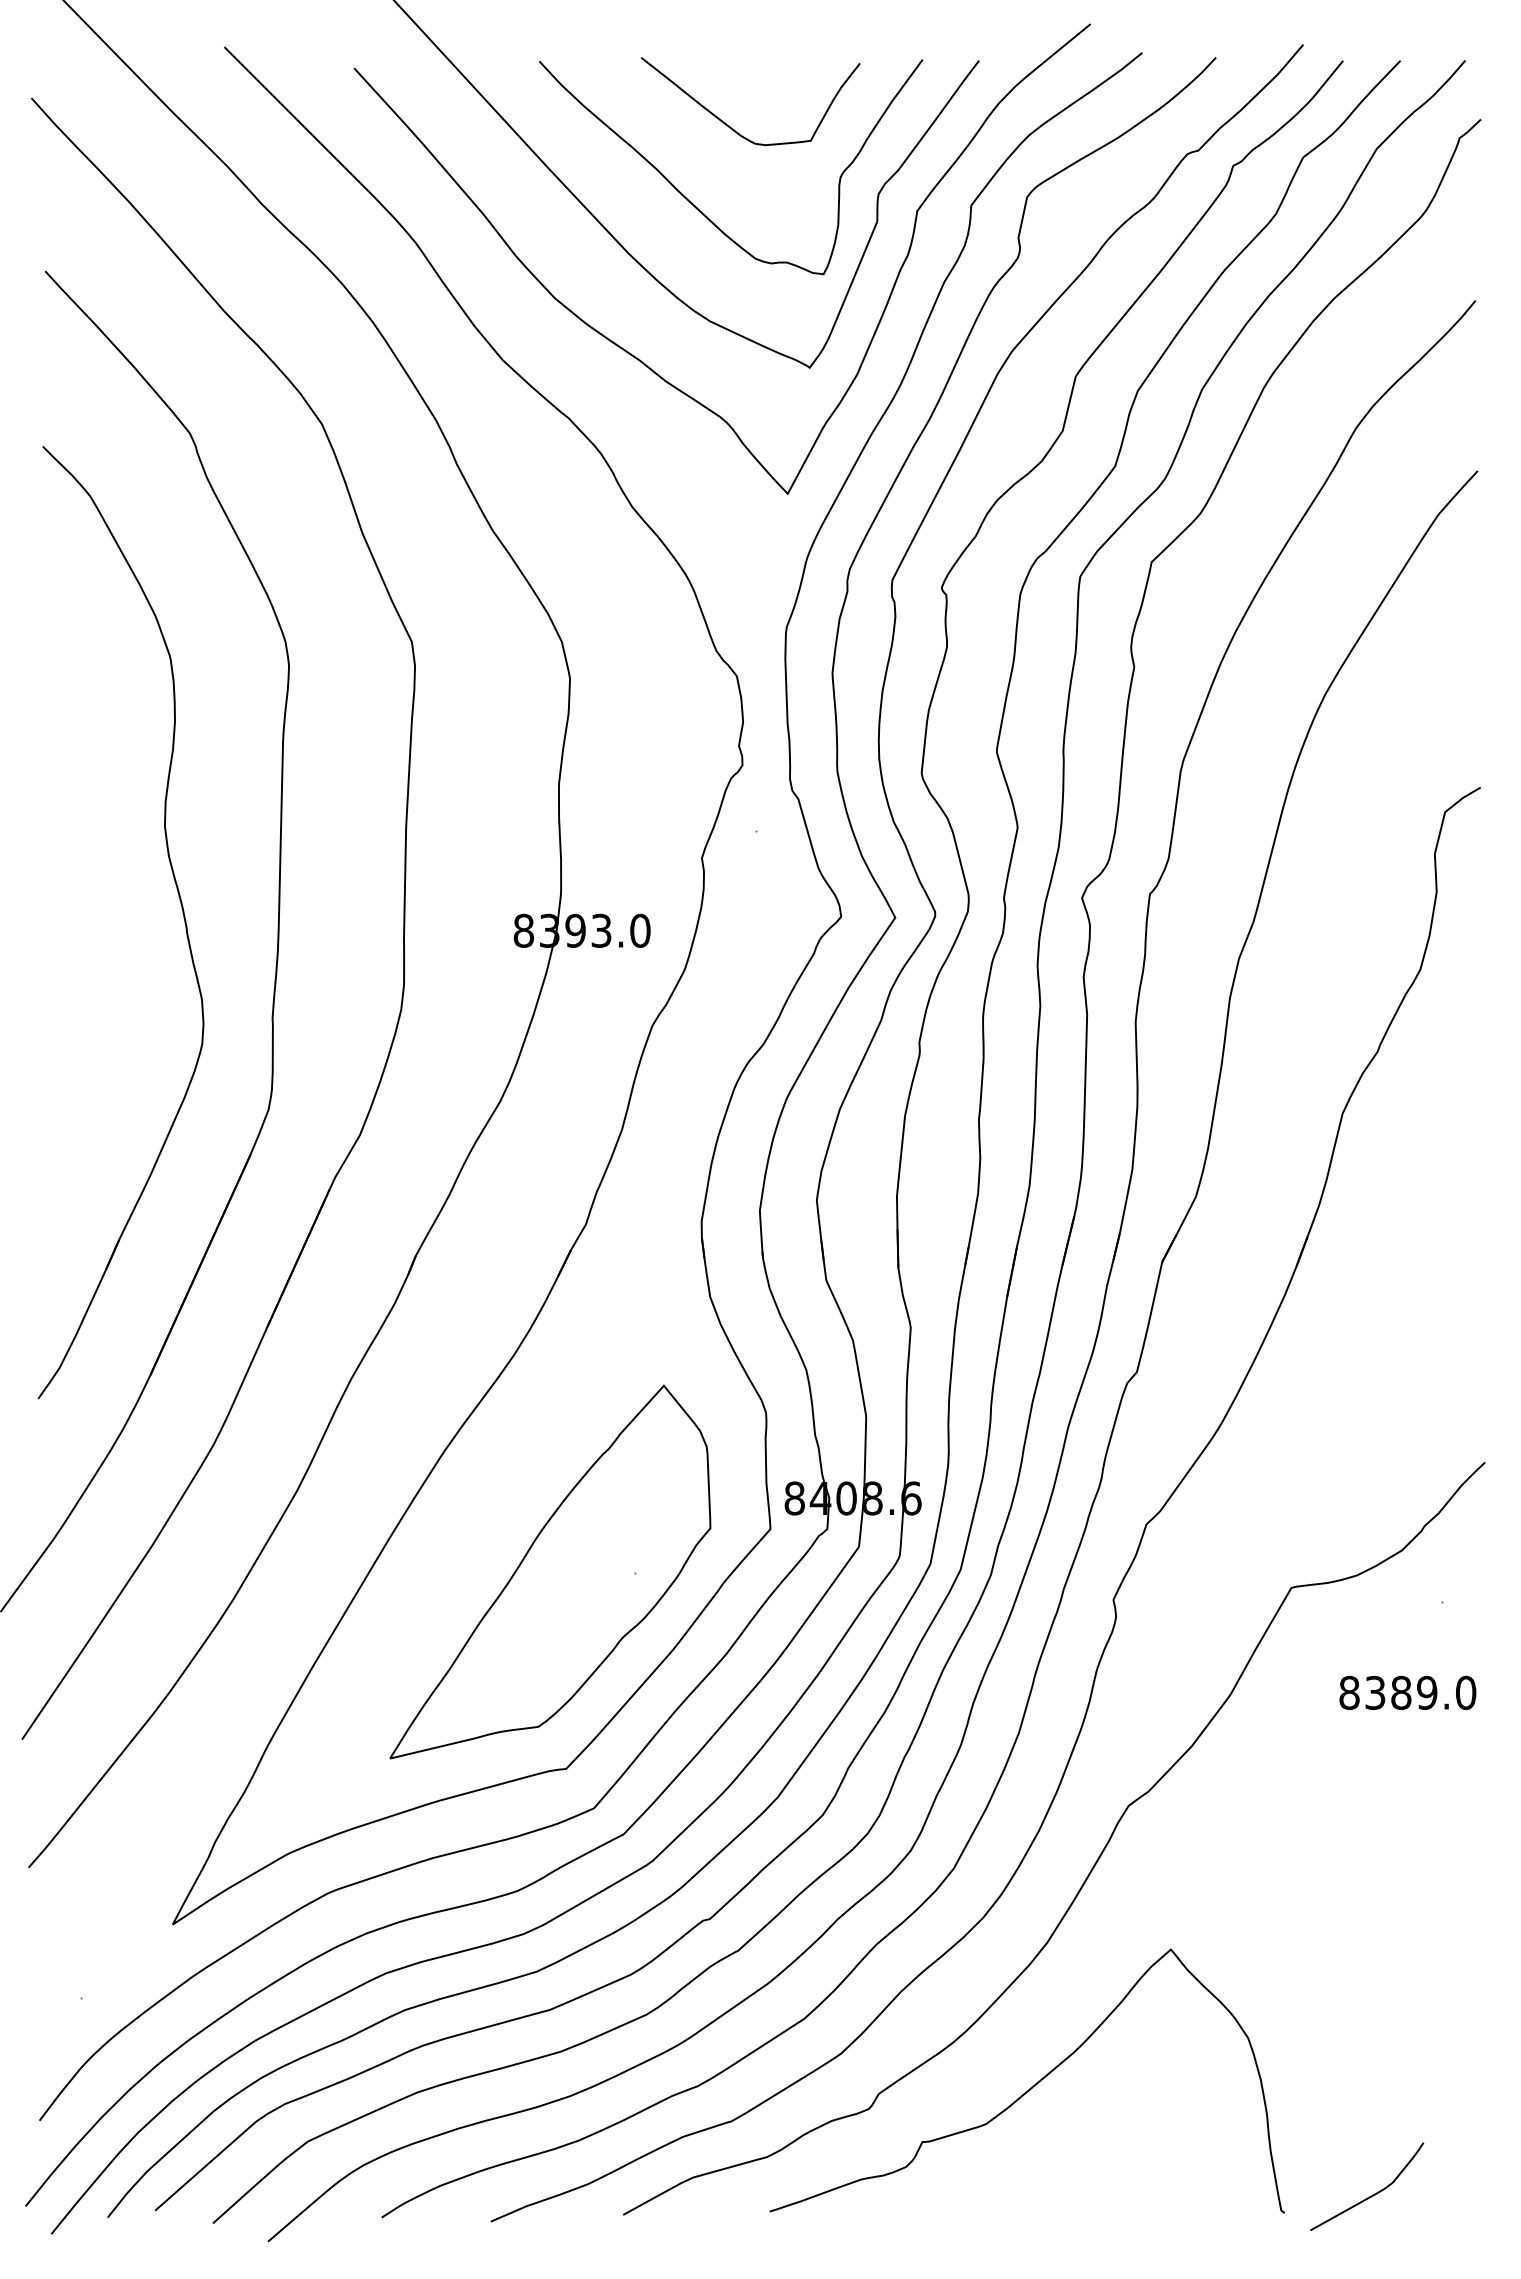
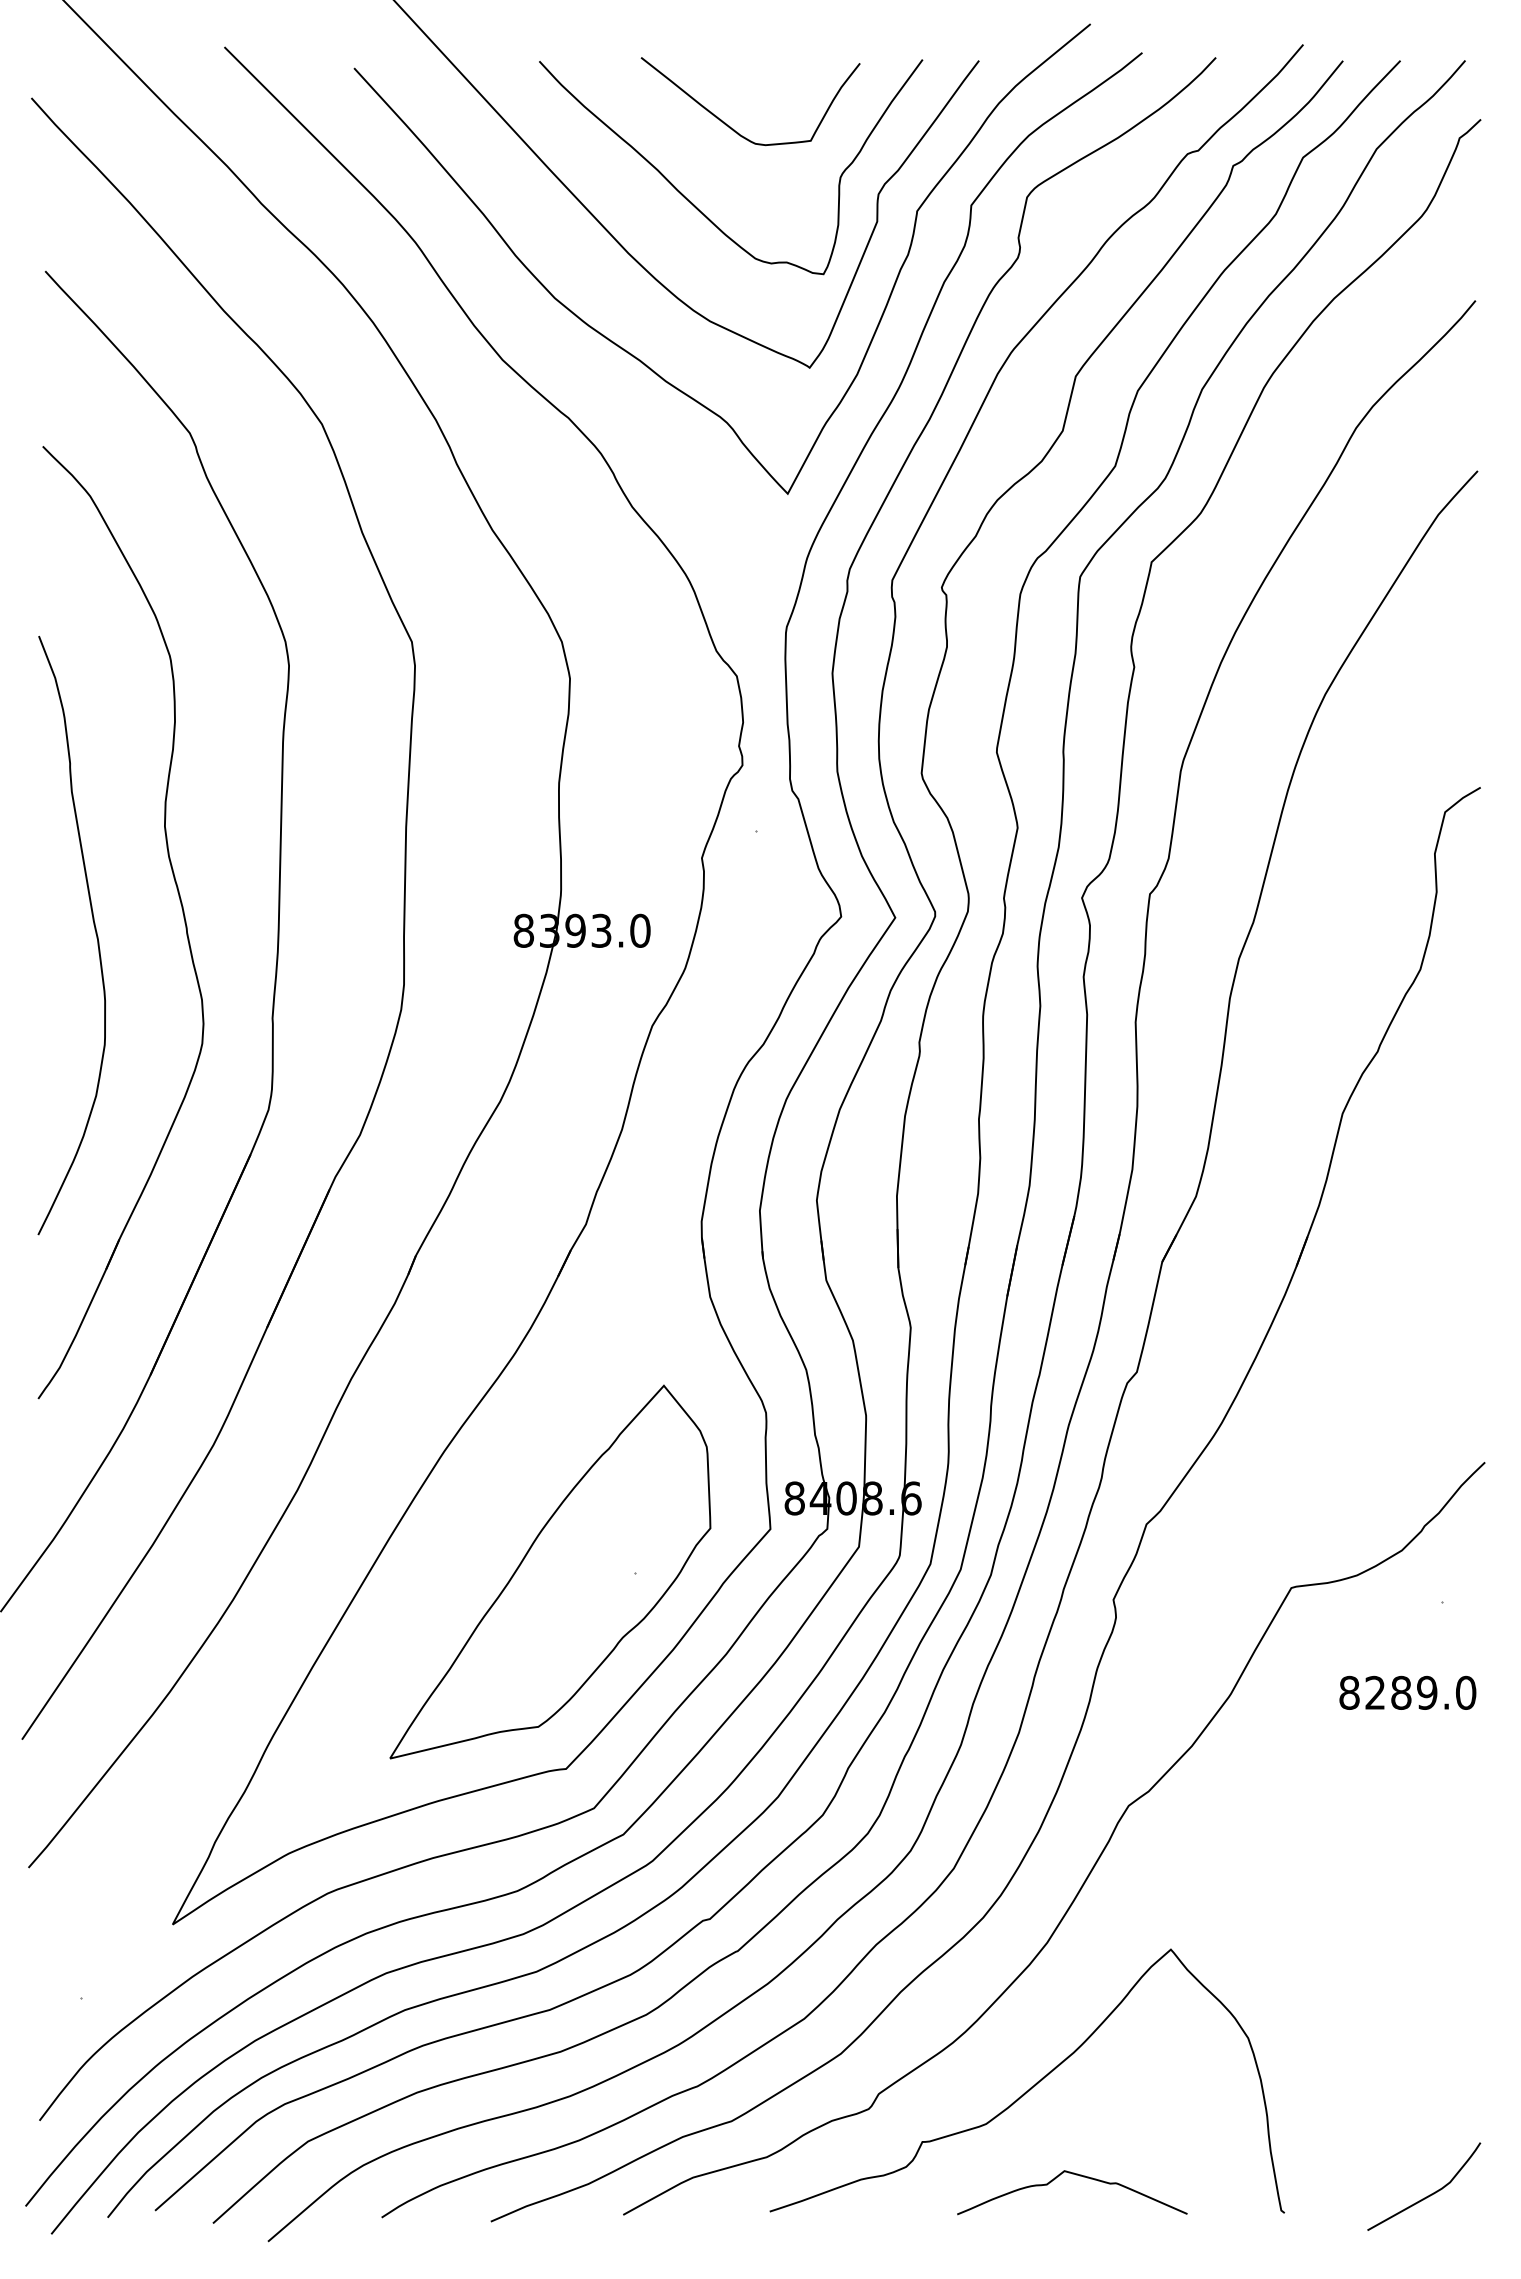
curve at (94, 929): none -> present
text at (1375, 1692): 8389.0 -> 8289.0
curve at (1076, 2175): none -> present
curve at (1372, 2194) position: (1372, 2194) -> (1429, 2194)
